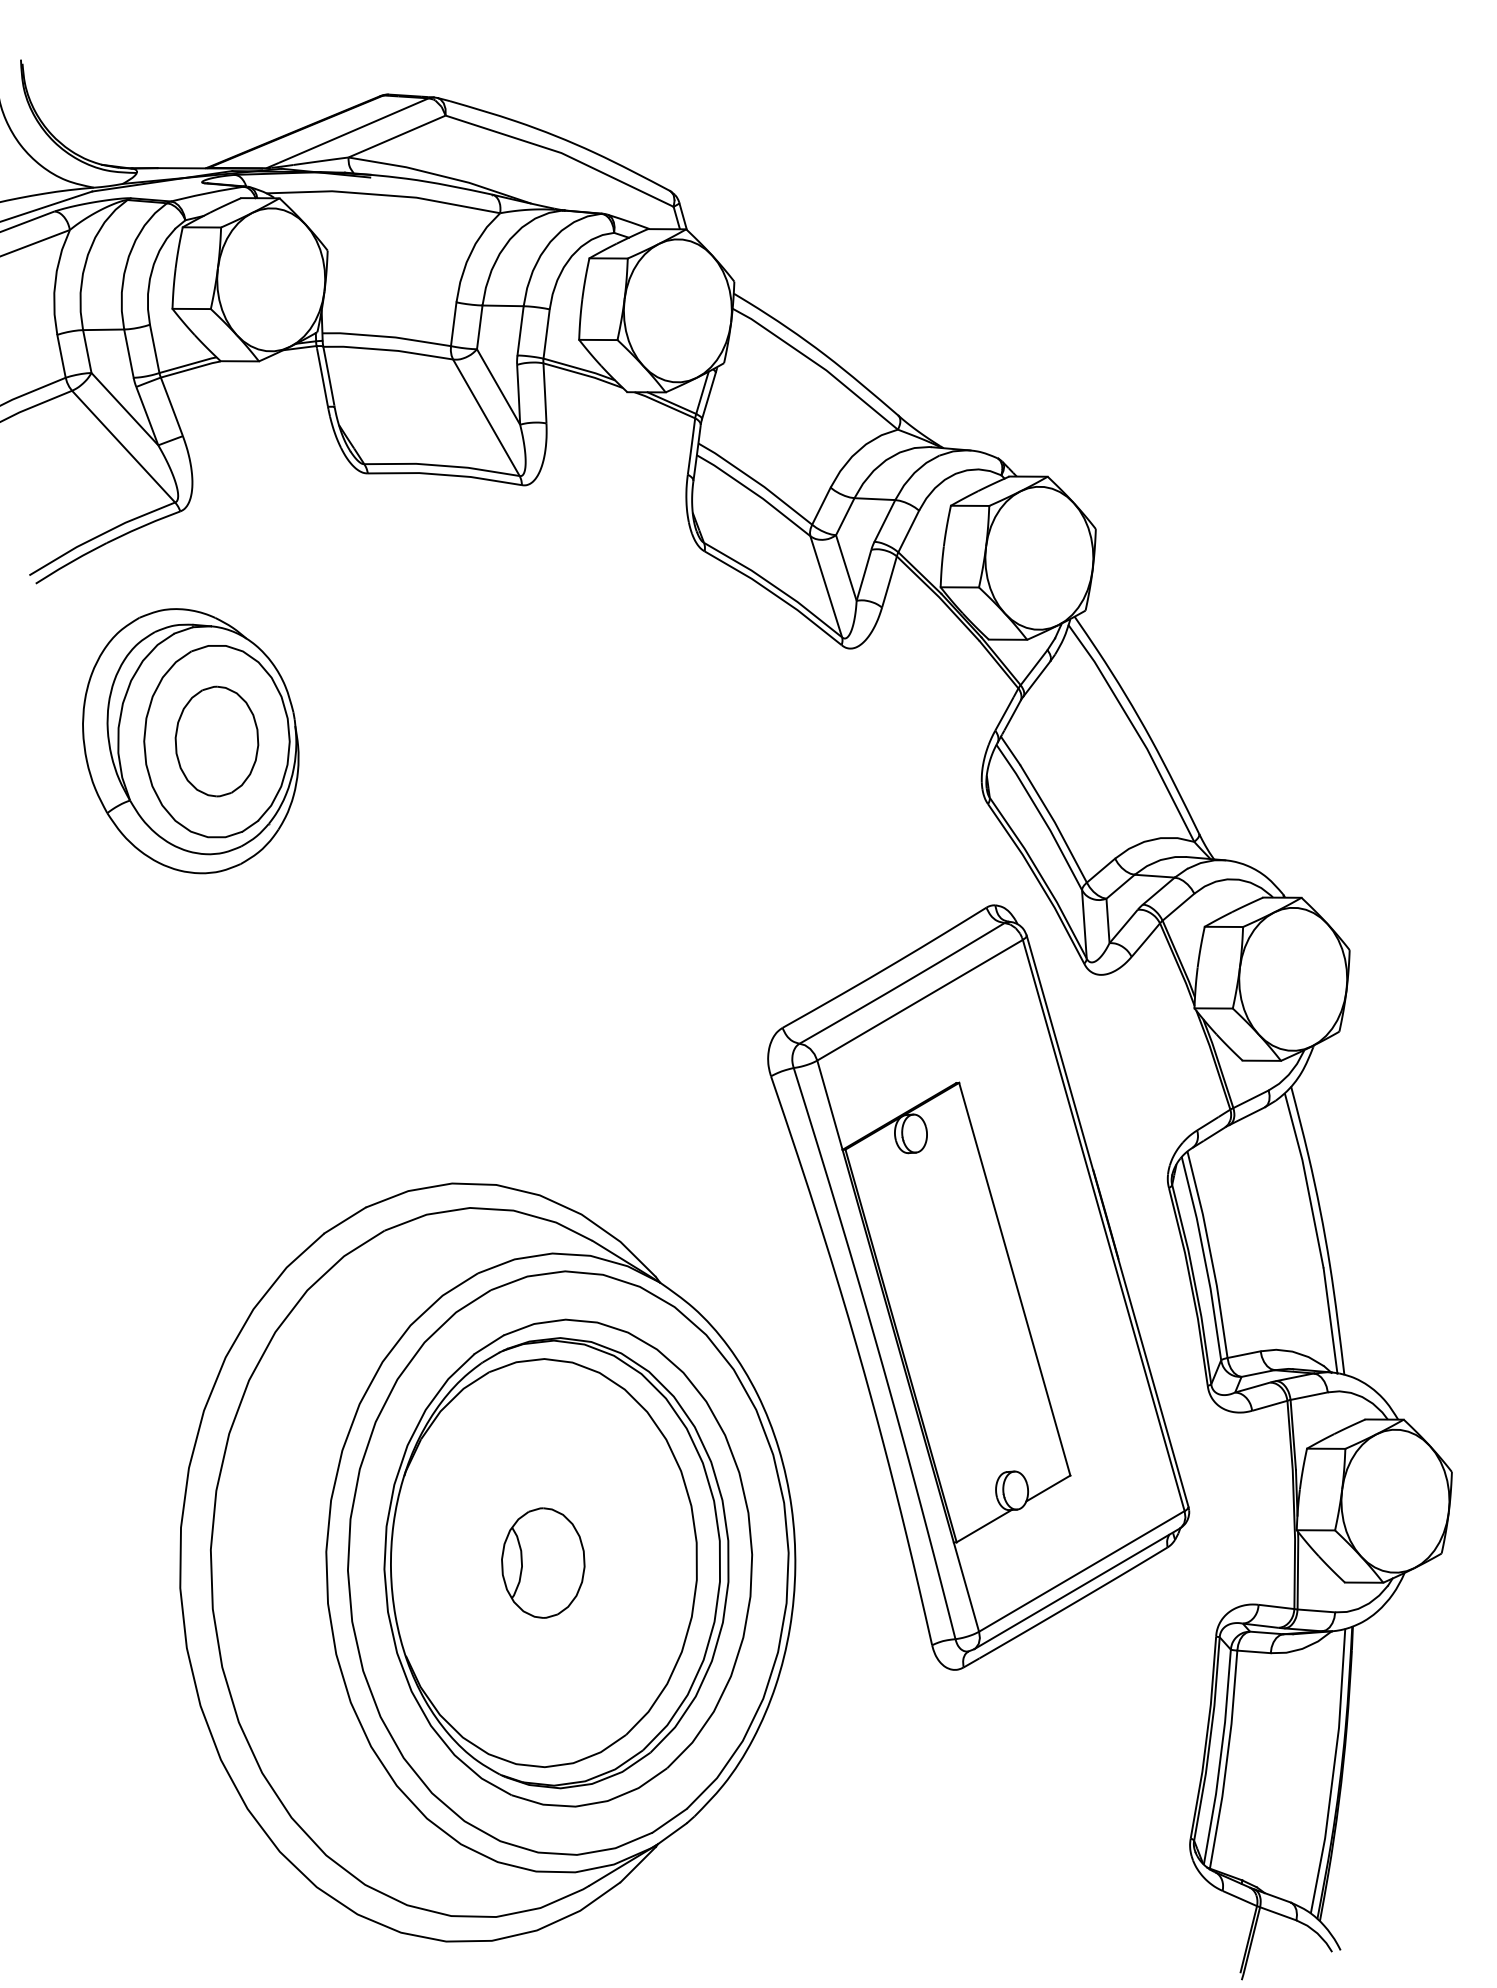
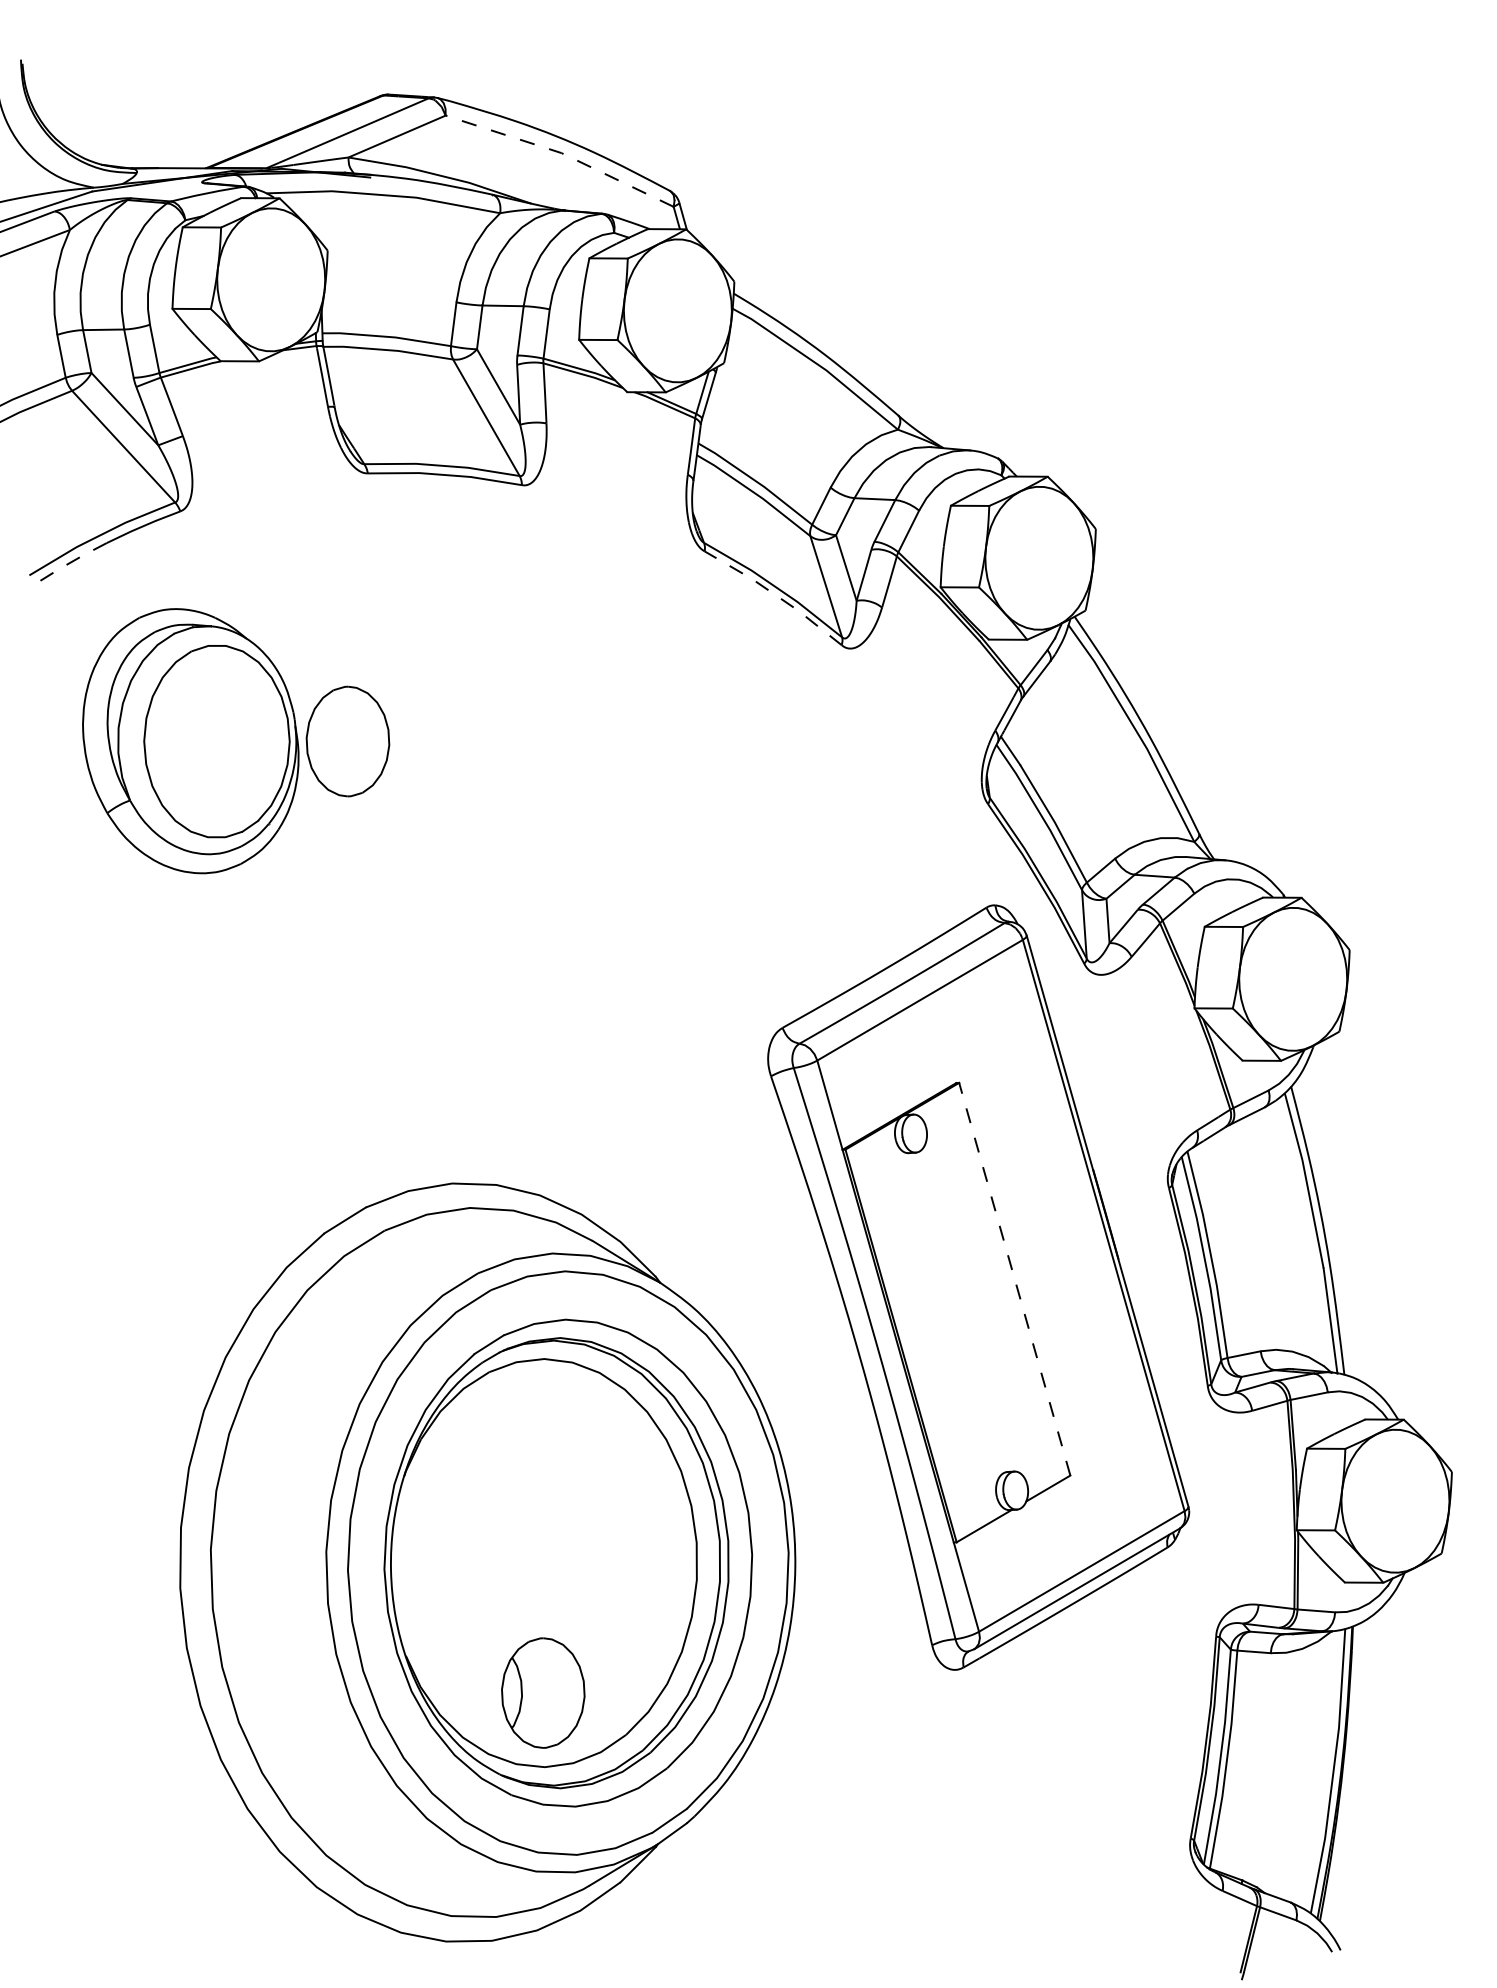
line at (562, 153): solid -> dashed
line at (70, 562): solid -> dashed
line at (775, 595): solid -> dashed
part at (216, 741) position: (216, 741) -> (347, 741)
line at (1014, 1278): solid -> dashed
part at (543, 1562) position: (543, 1562) -> (543, 1692)
